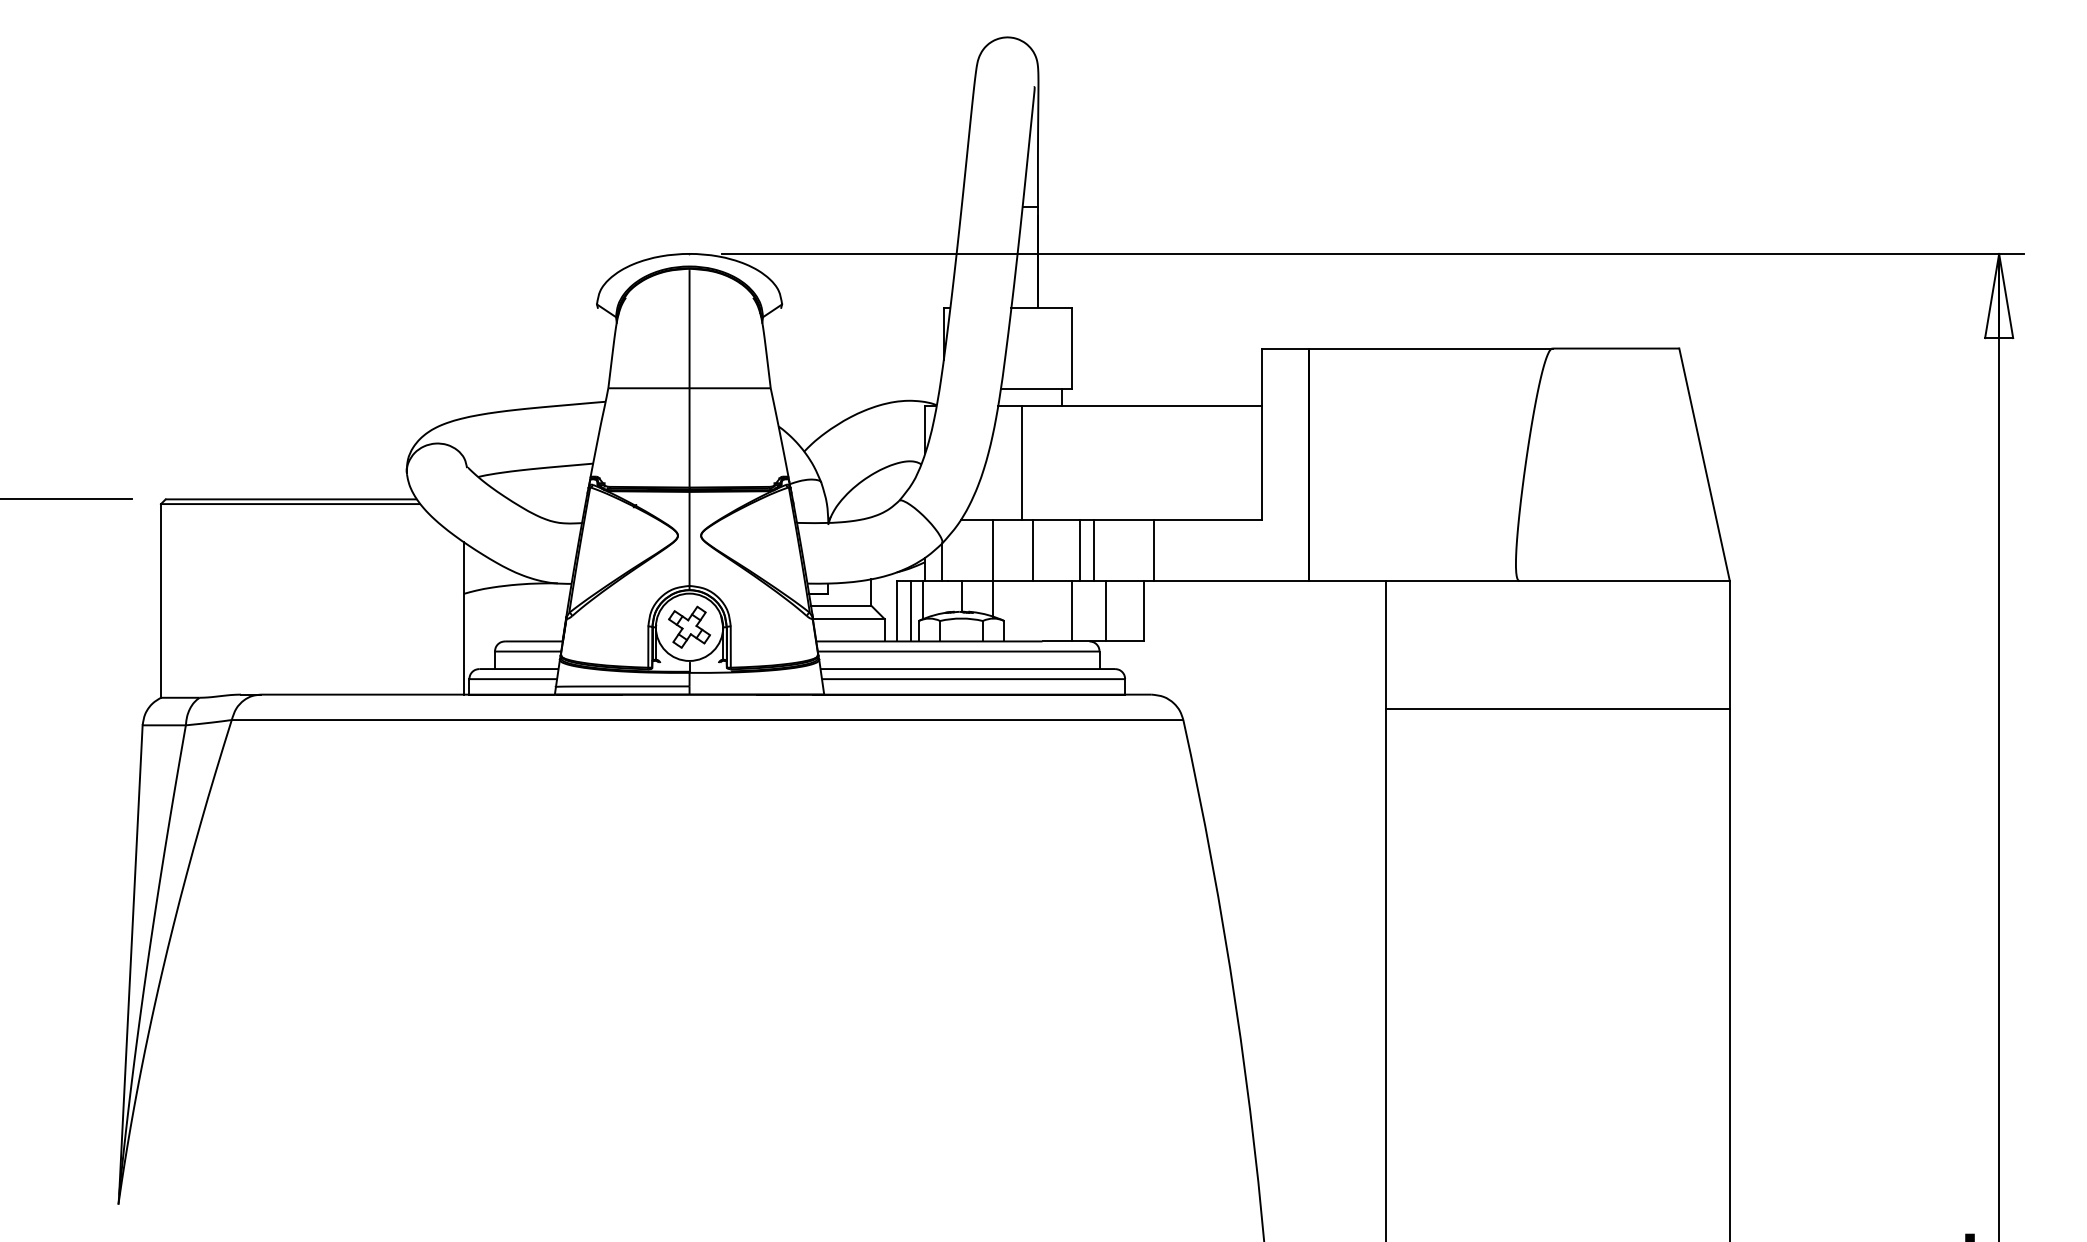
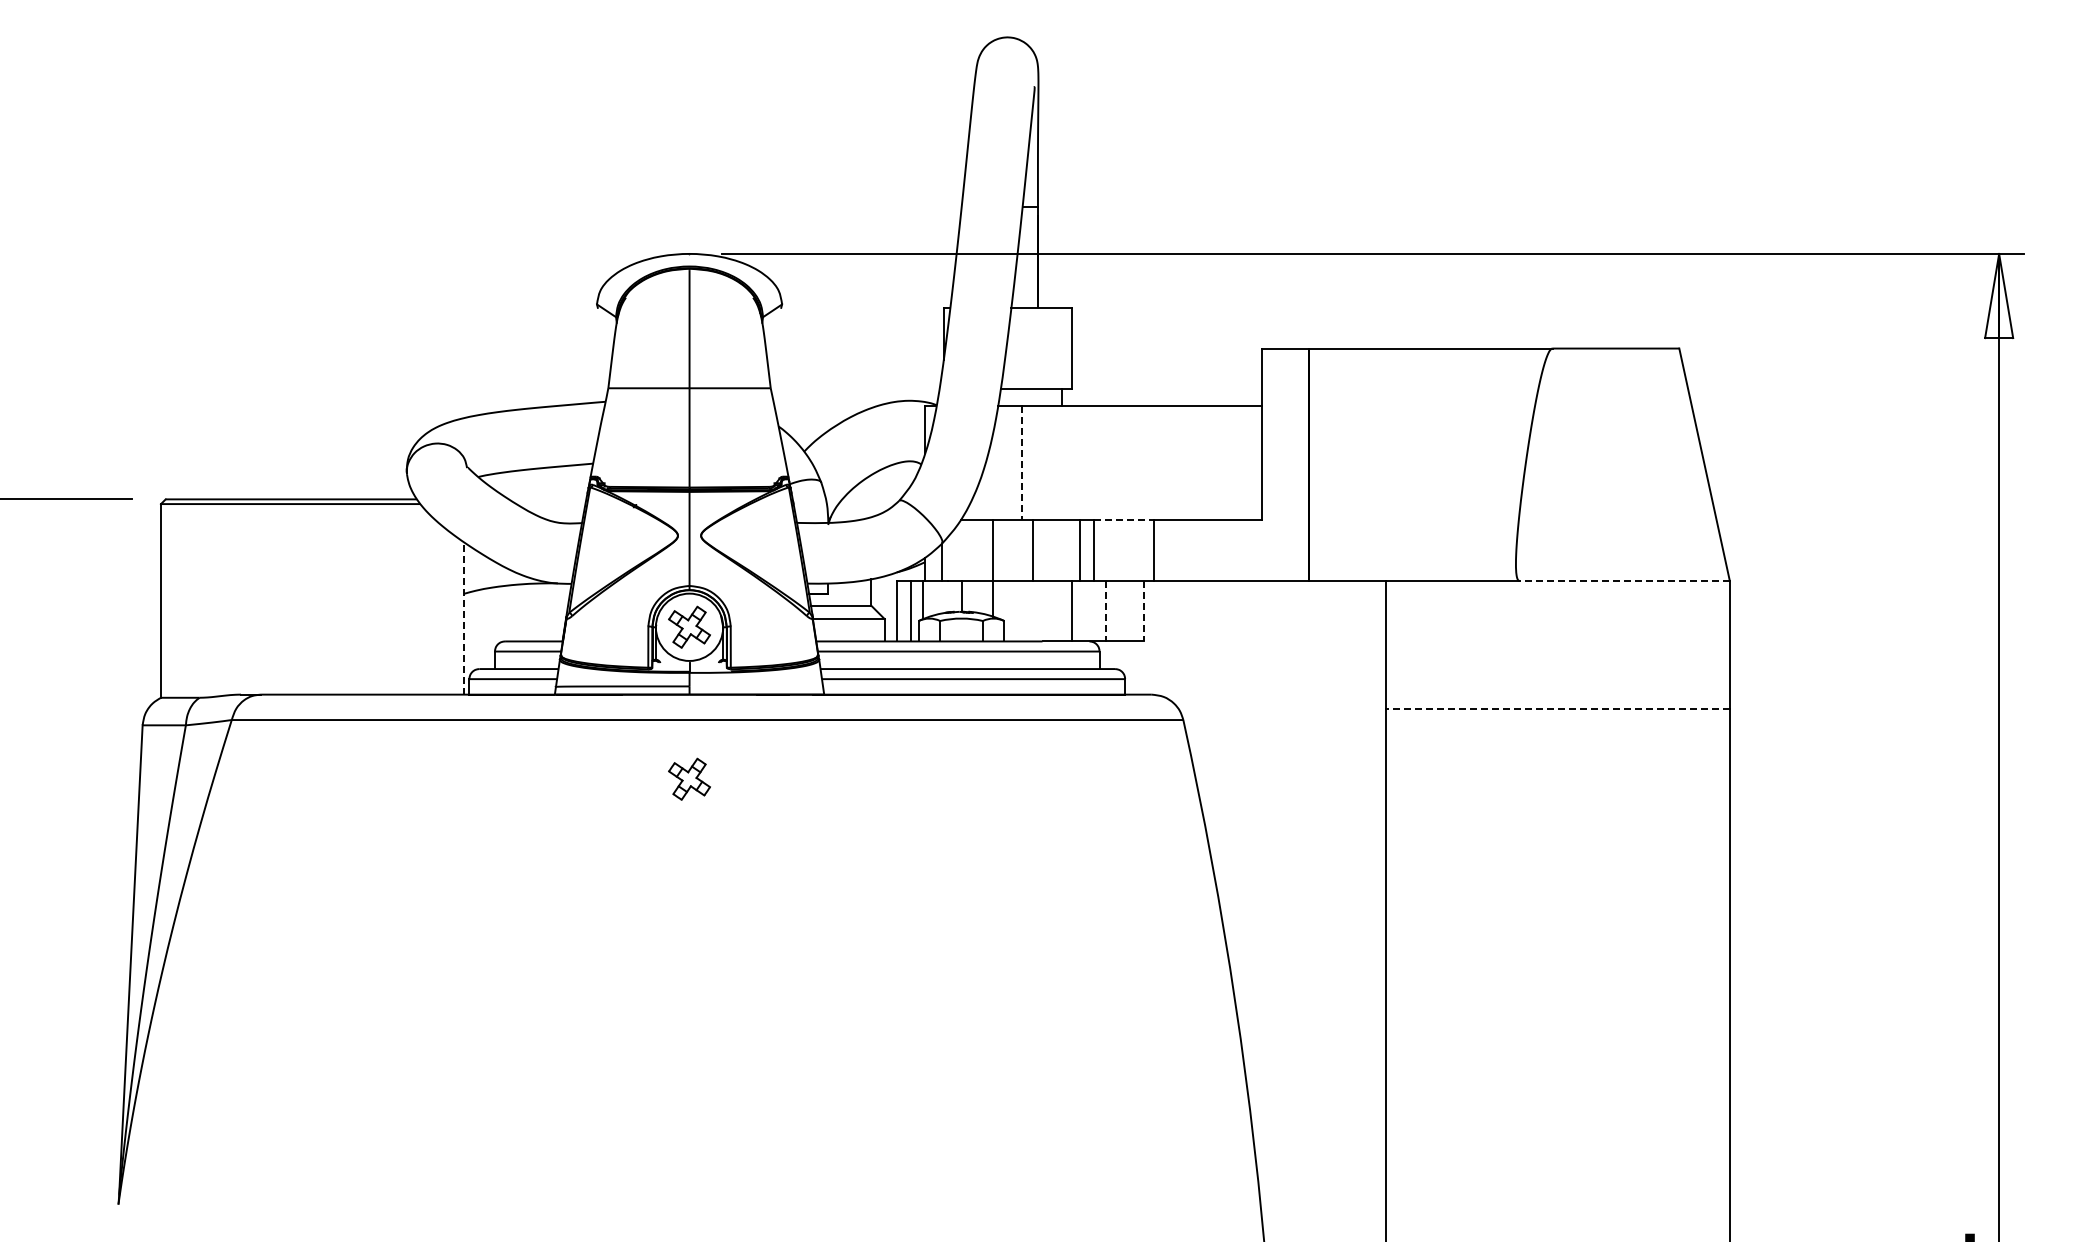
line at (1022, 463): solid -> dashed
line at (1124, 520): solid -> dashed
line at (1624, 580): solid -> dashed
line at (1105, 611): solid -> dashed
line at (1144, 611): solid -> dashed
line at (463, 617): solid -> dashed
line at (1558, 708): solid -> dashed
part at (689, 778): none -> present
